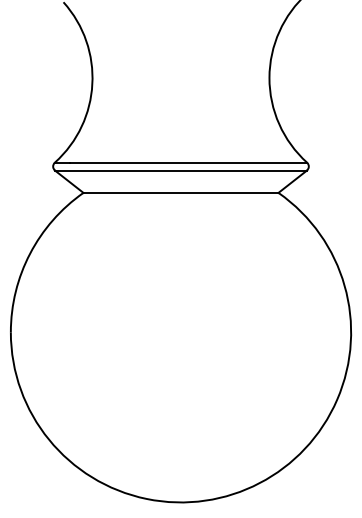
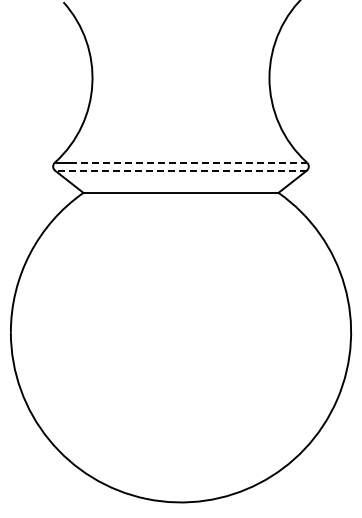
line at (188, 162): solid -> dashed
line at (180, 170): solid -> dashed
